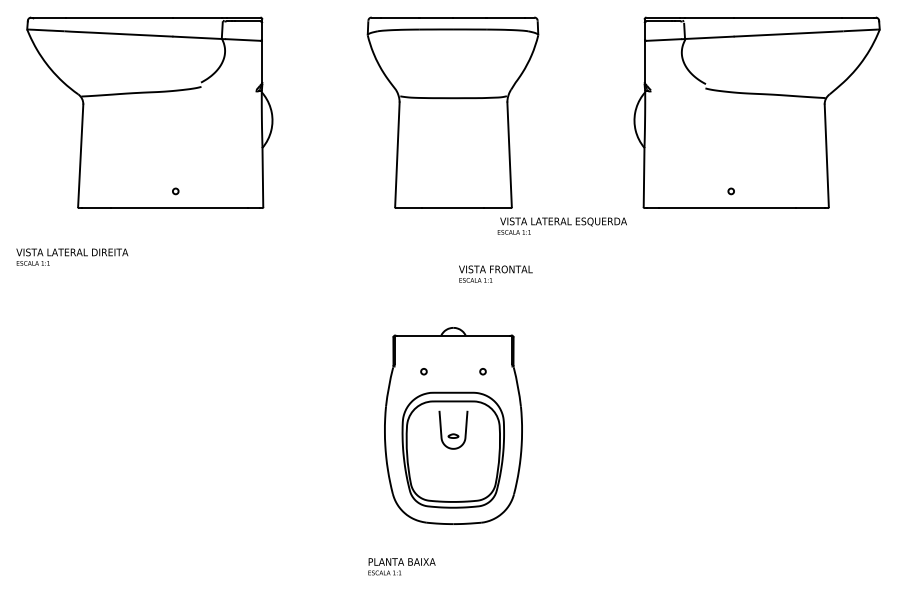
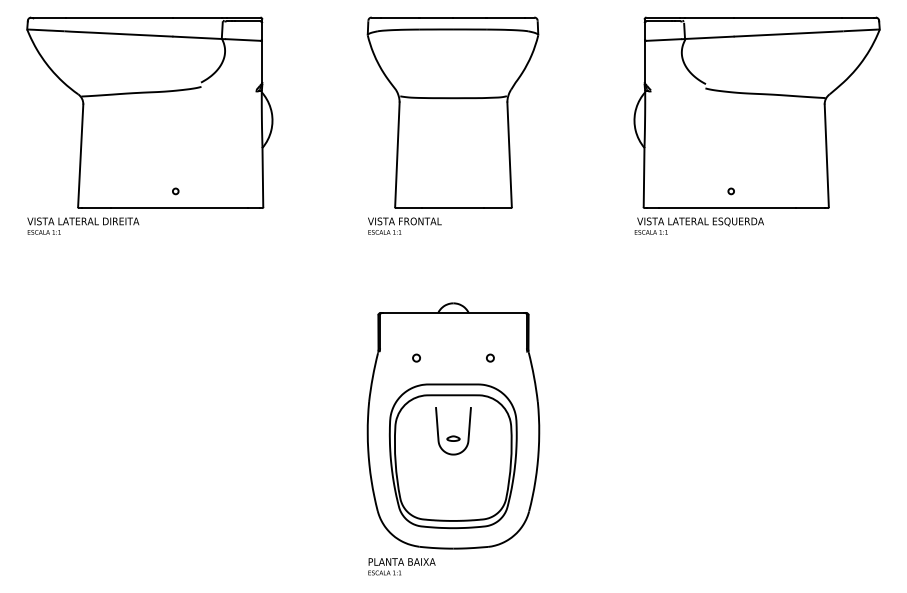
text at (561, 225) position: (561, 225) -> (698, 225)
text at (72, 256) position: (72, 256) -> (83, 225)
text at (495, 273) position: (495, 273) -> (404, 225)
part at (453, 425) size: 139x198 px -> 175x248 px
